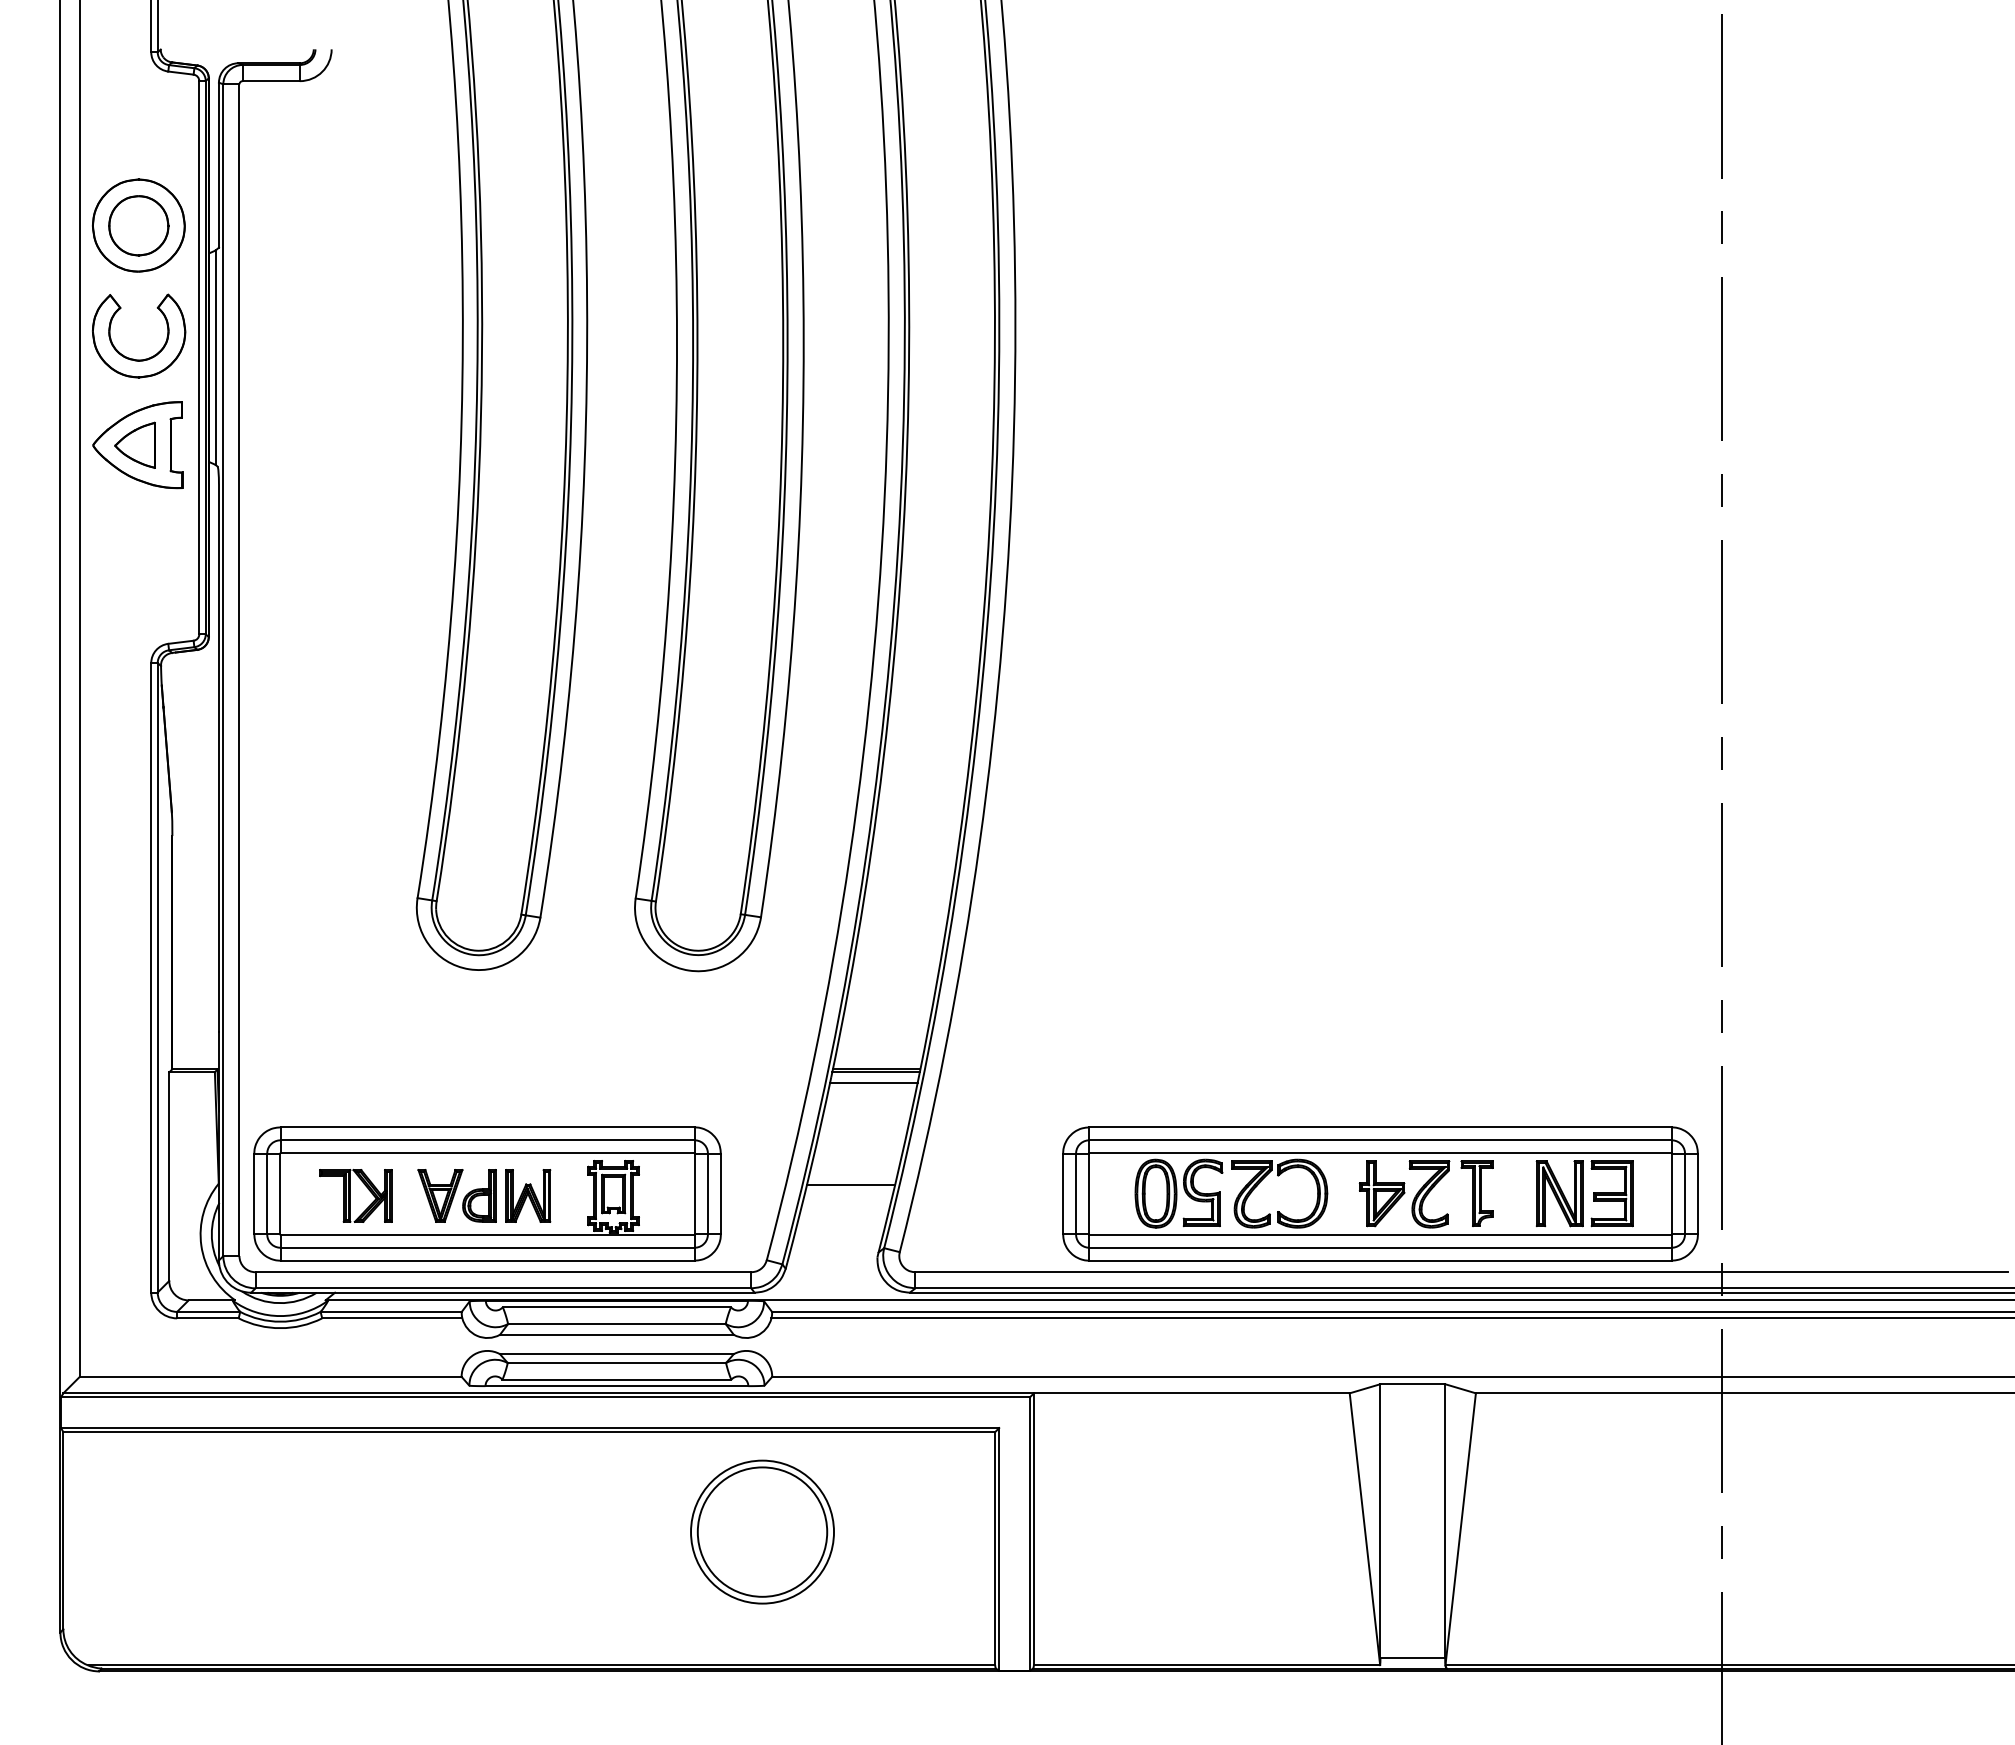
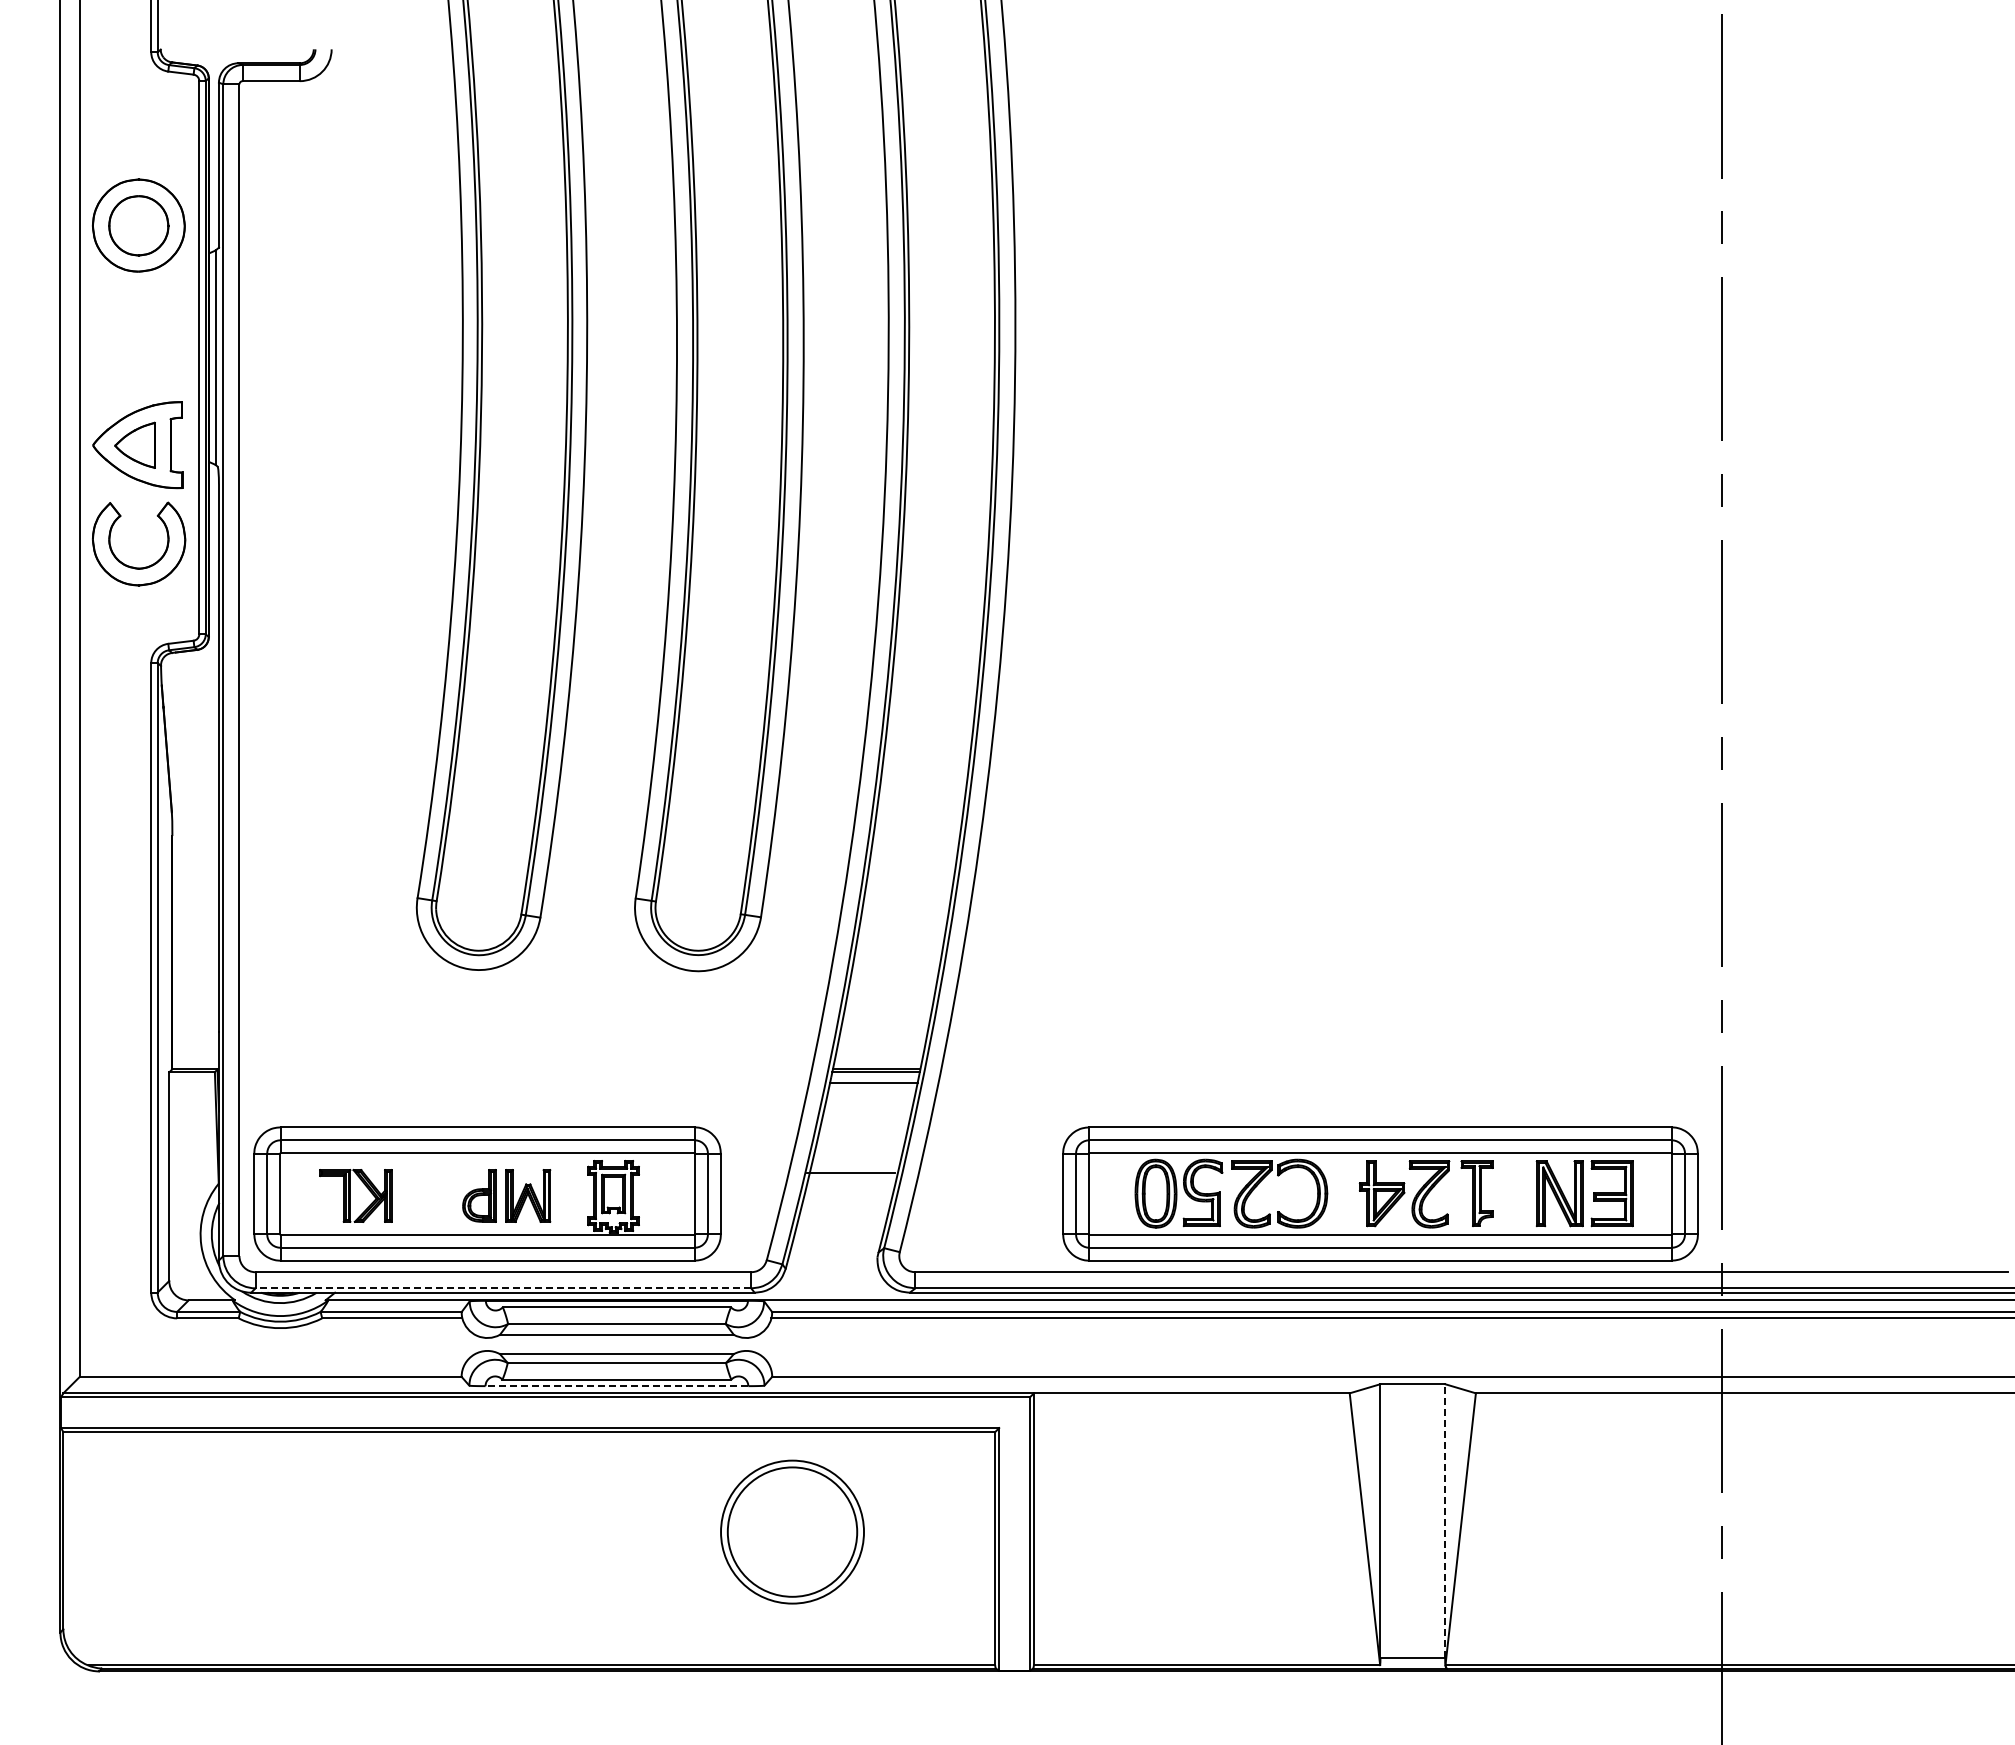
part at (148, 357) position: (148, 357) -> (148, 565)
line at (851, 1184) position: (851, 1184) -> (851, 1172)
part at (440, 1195): present -> none
line at (503, 1288): solid -> dashed
line at (616, 1386): solid -> dashed
line at (1445, 1521): solid -> dashed
part at (762, 1531) position: (762, 1531) -> (792, 1531)
